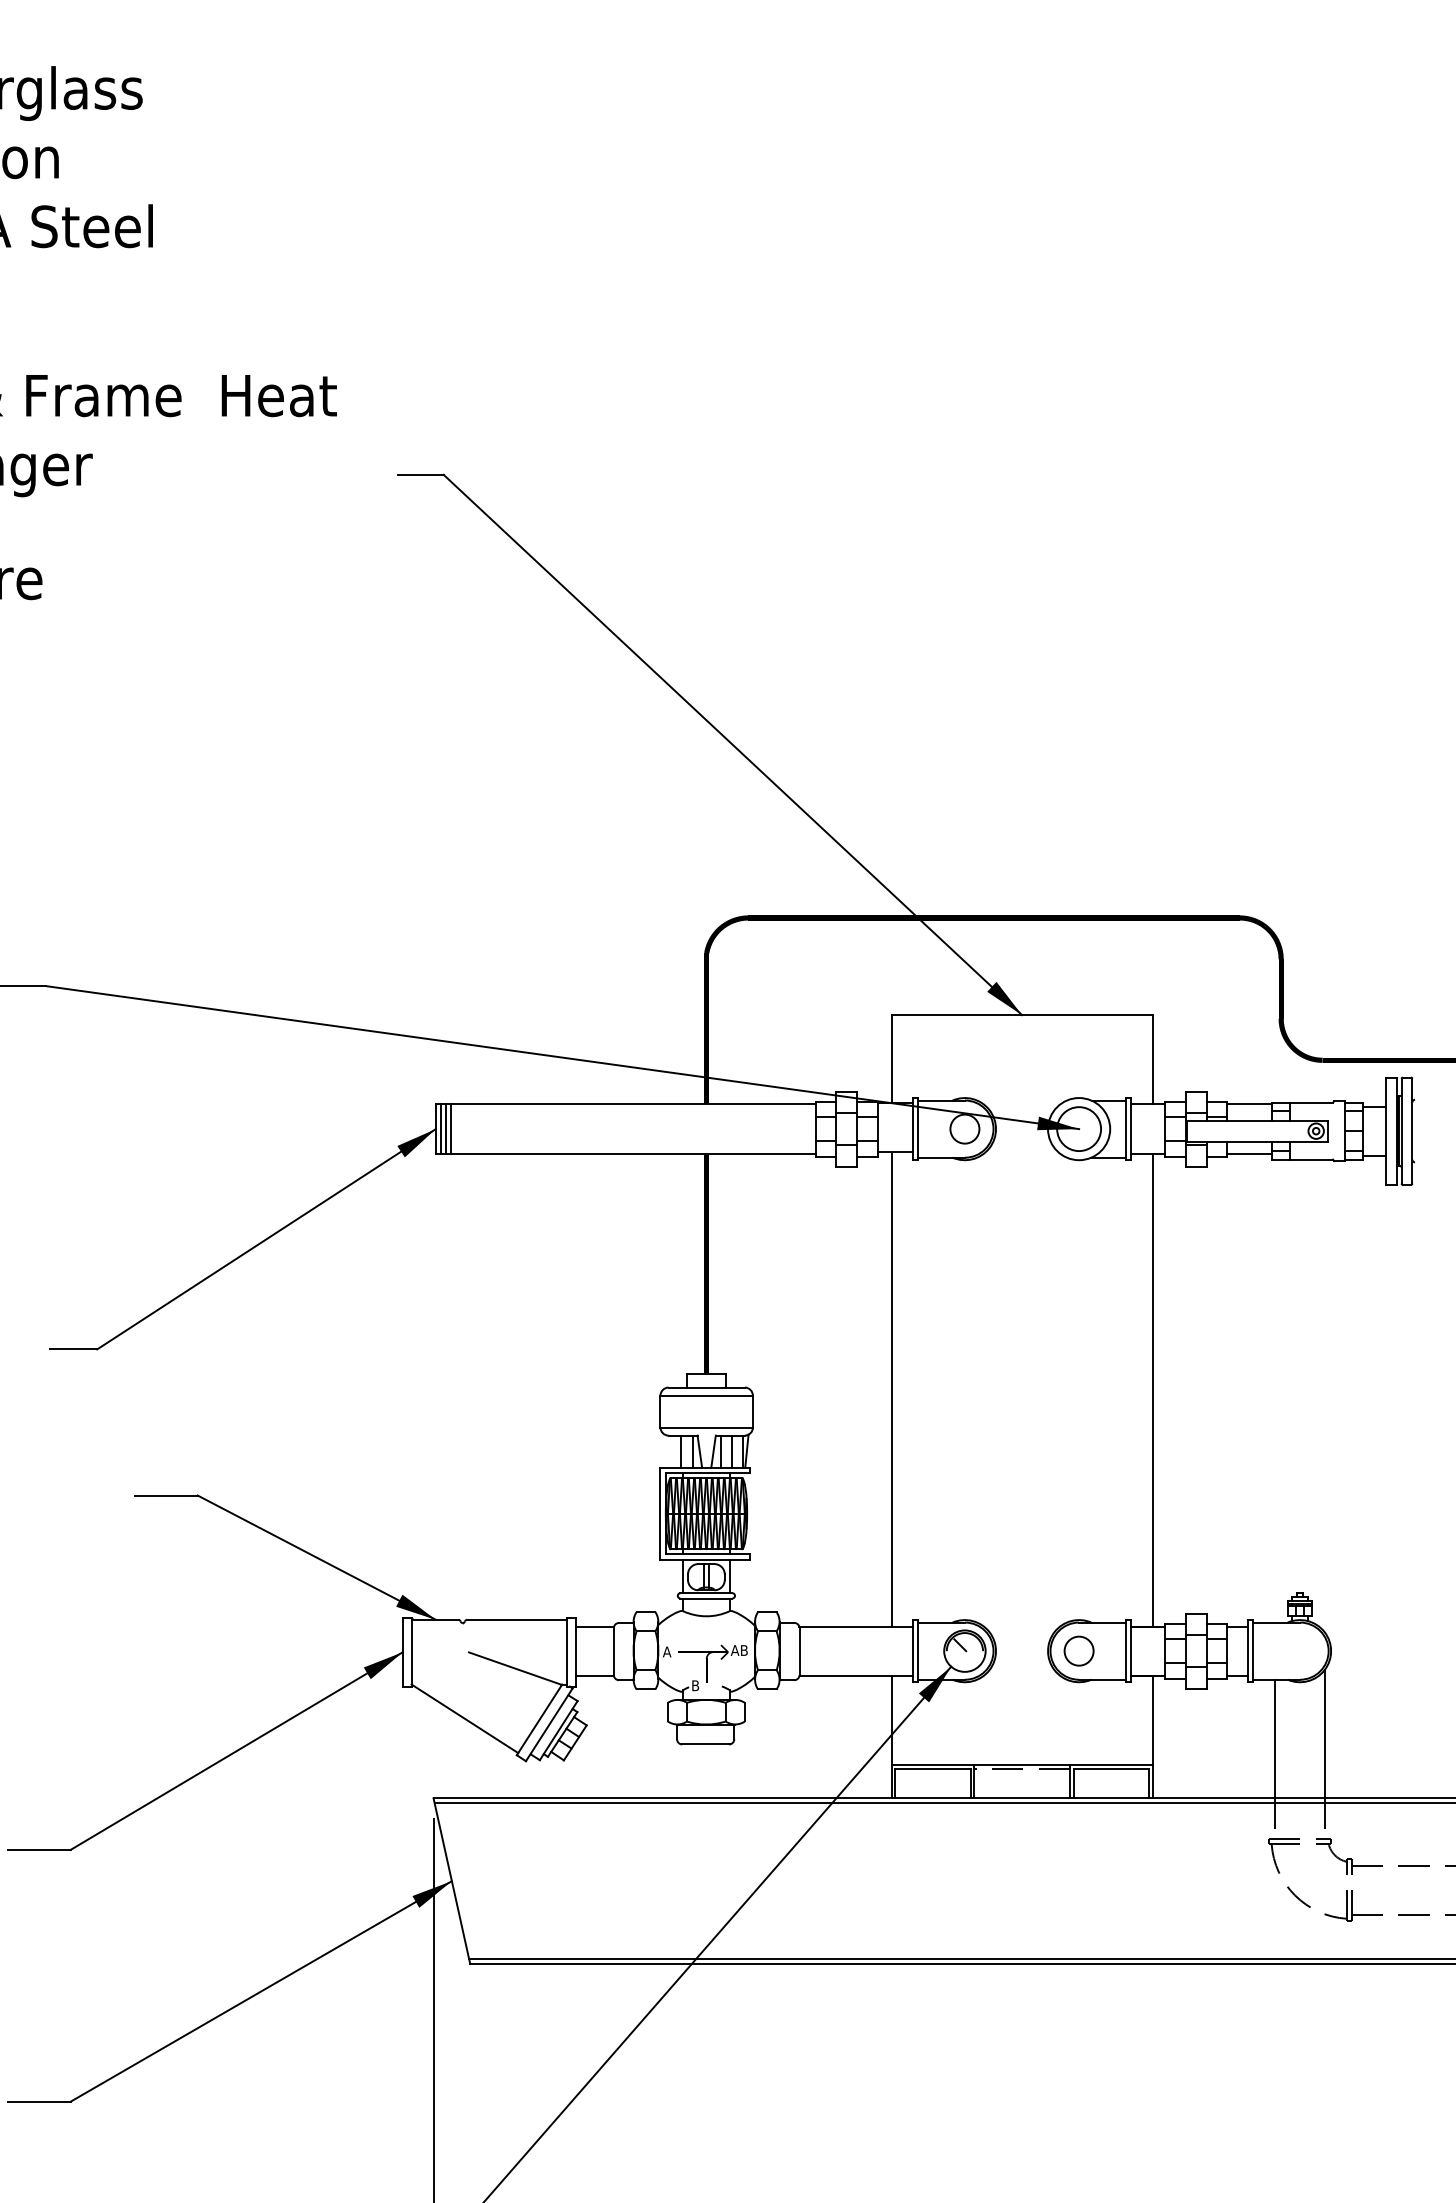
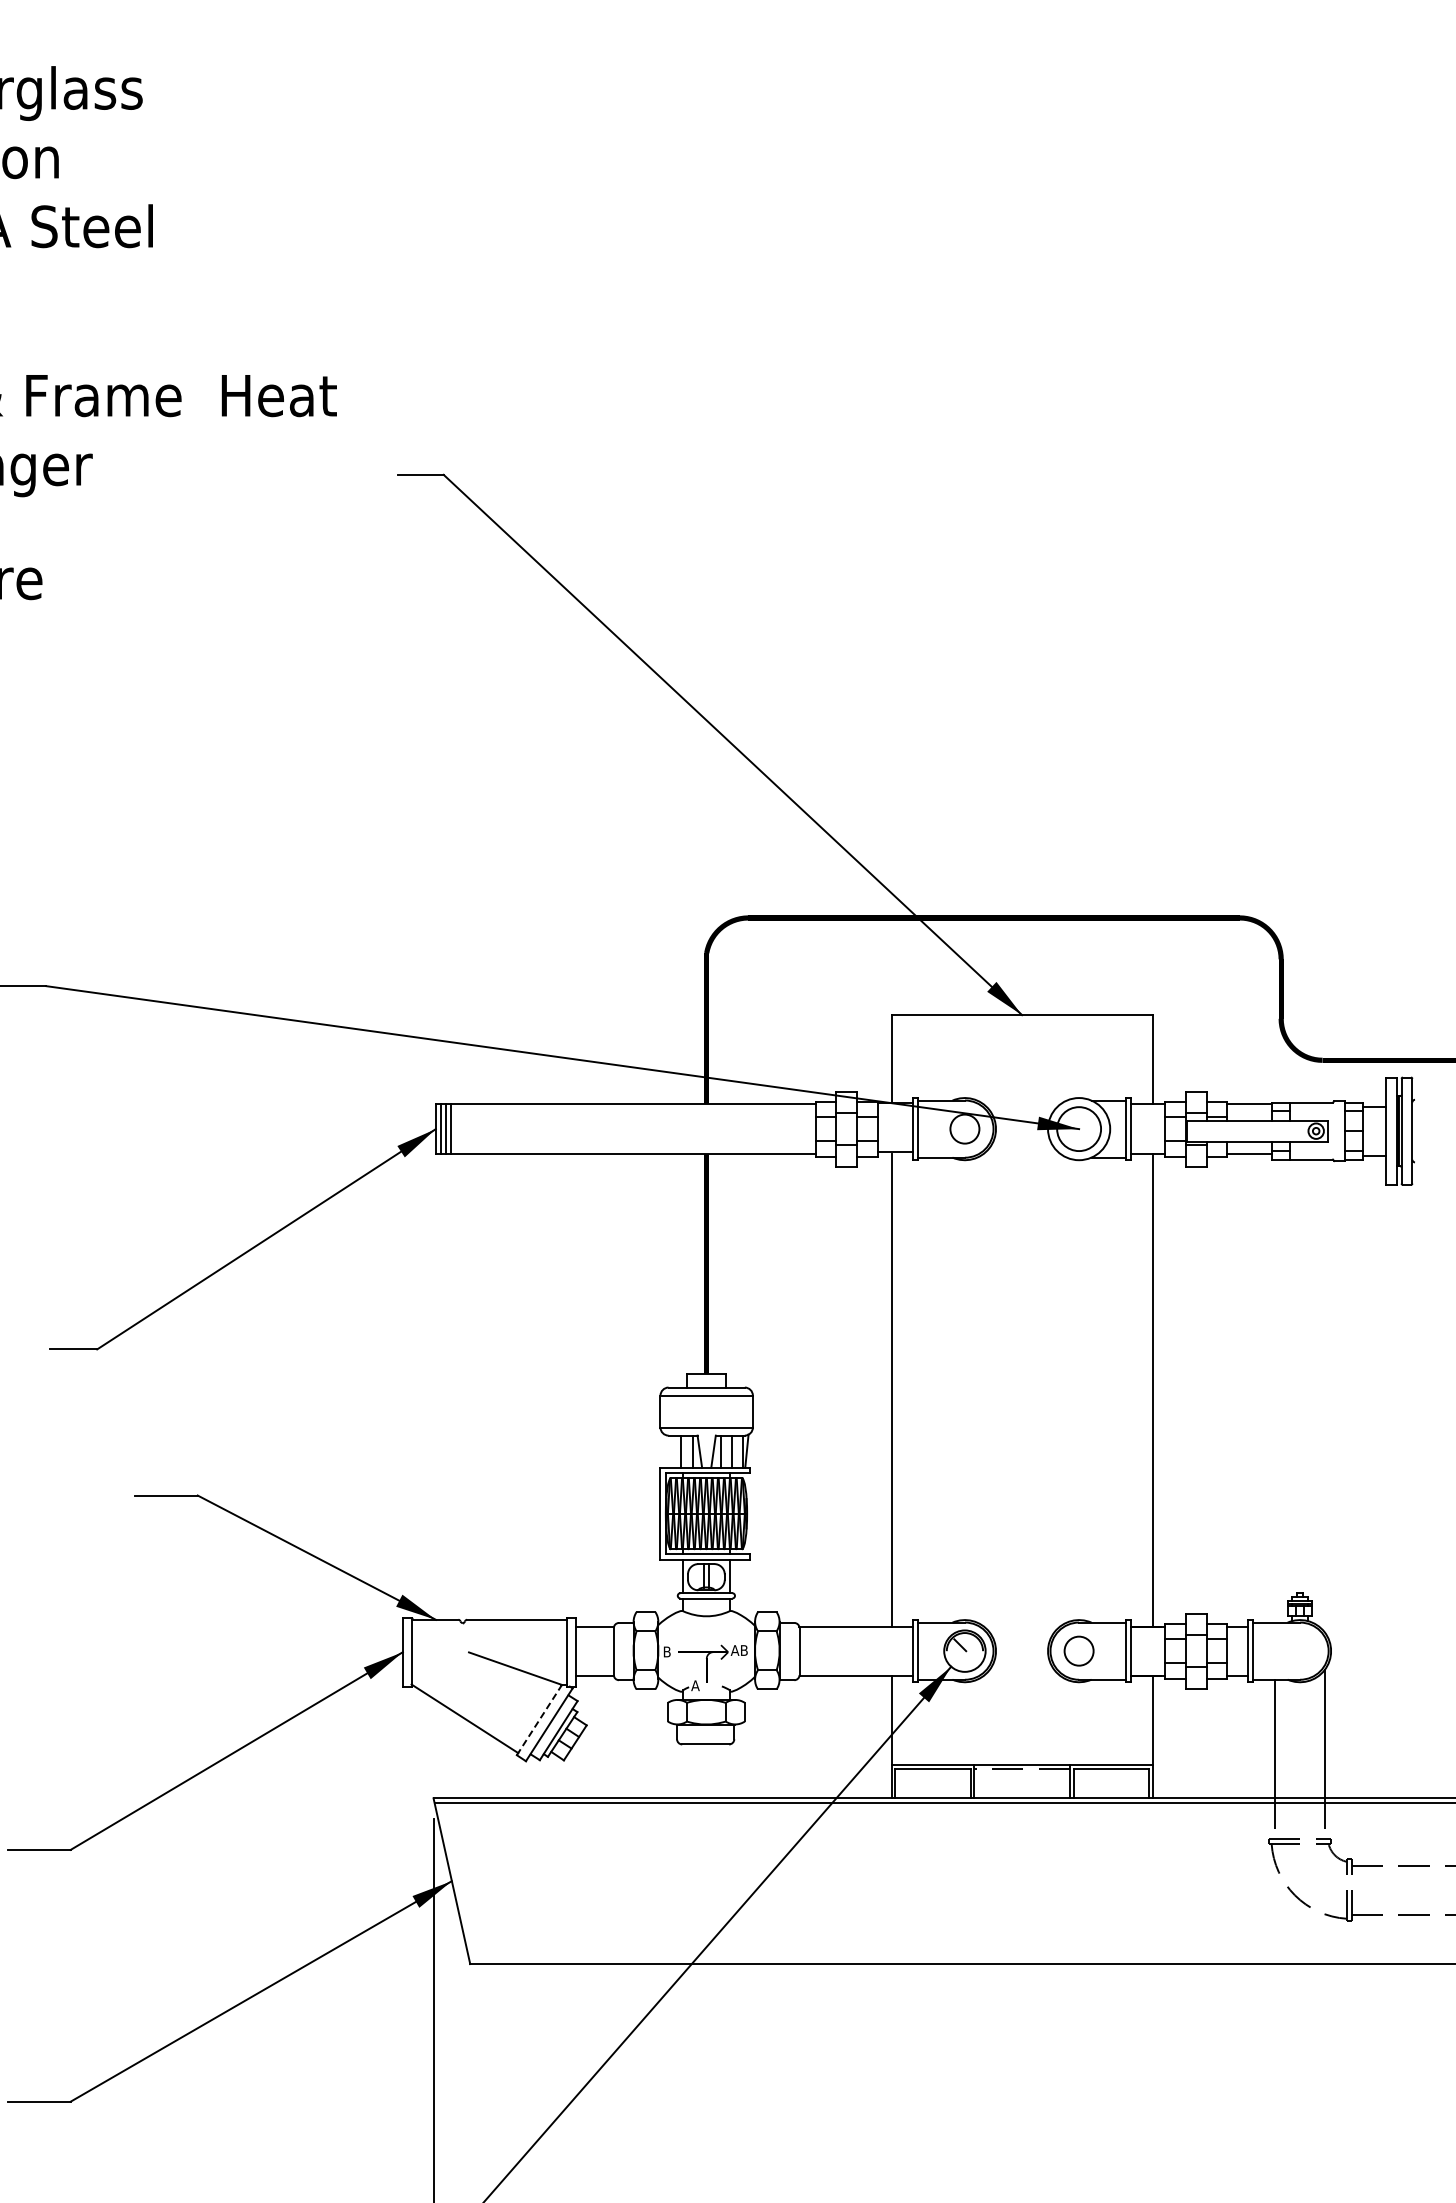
text at (666, 1651): A -> B
text at (695, 1685): B -> A
line at (539, 1719): solid -> dashed
line at (960, 1958): present -> none
